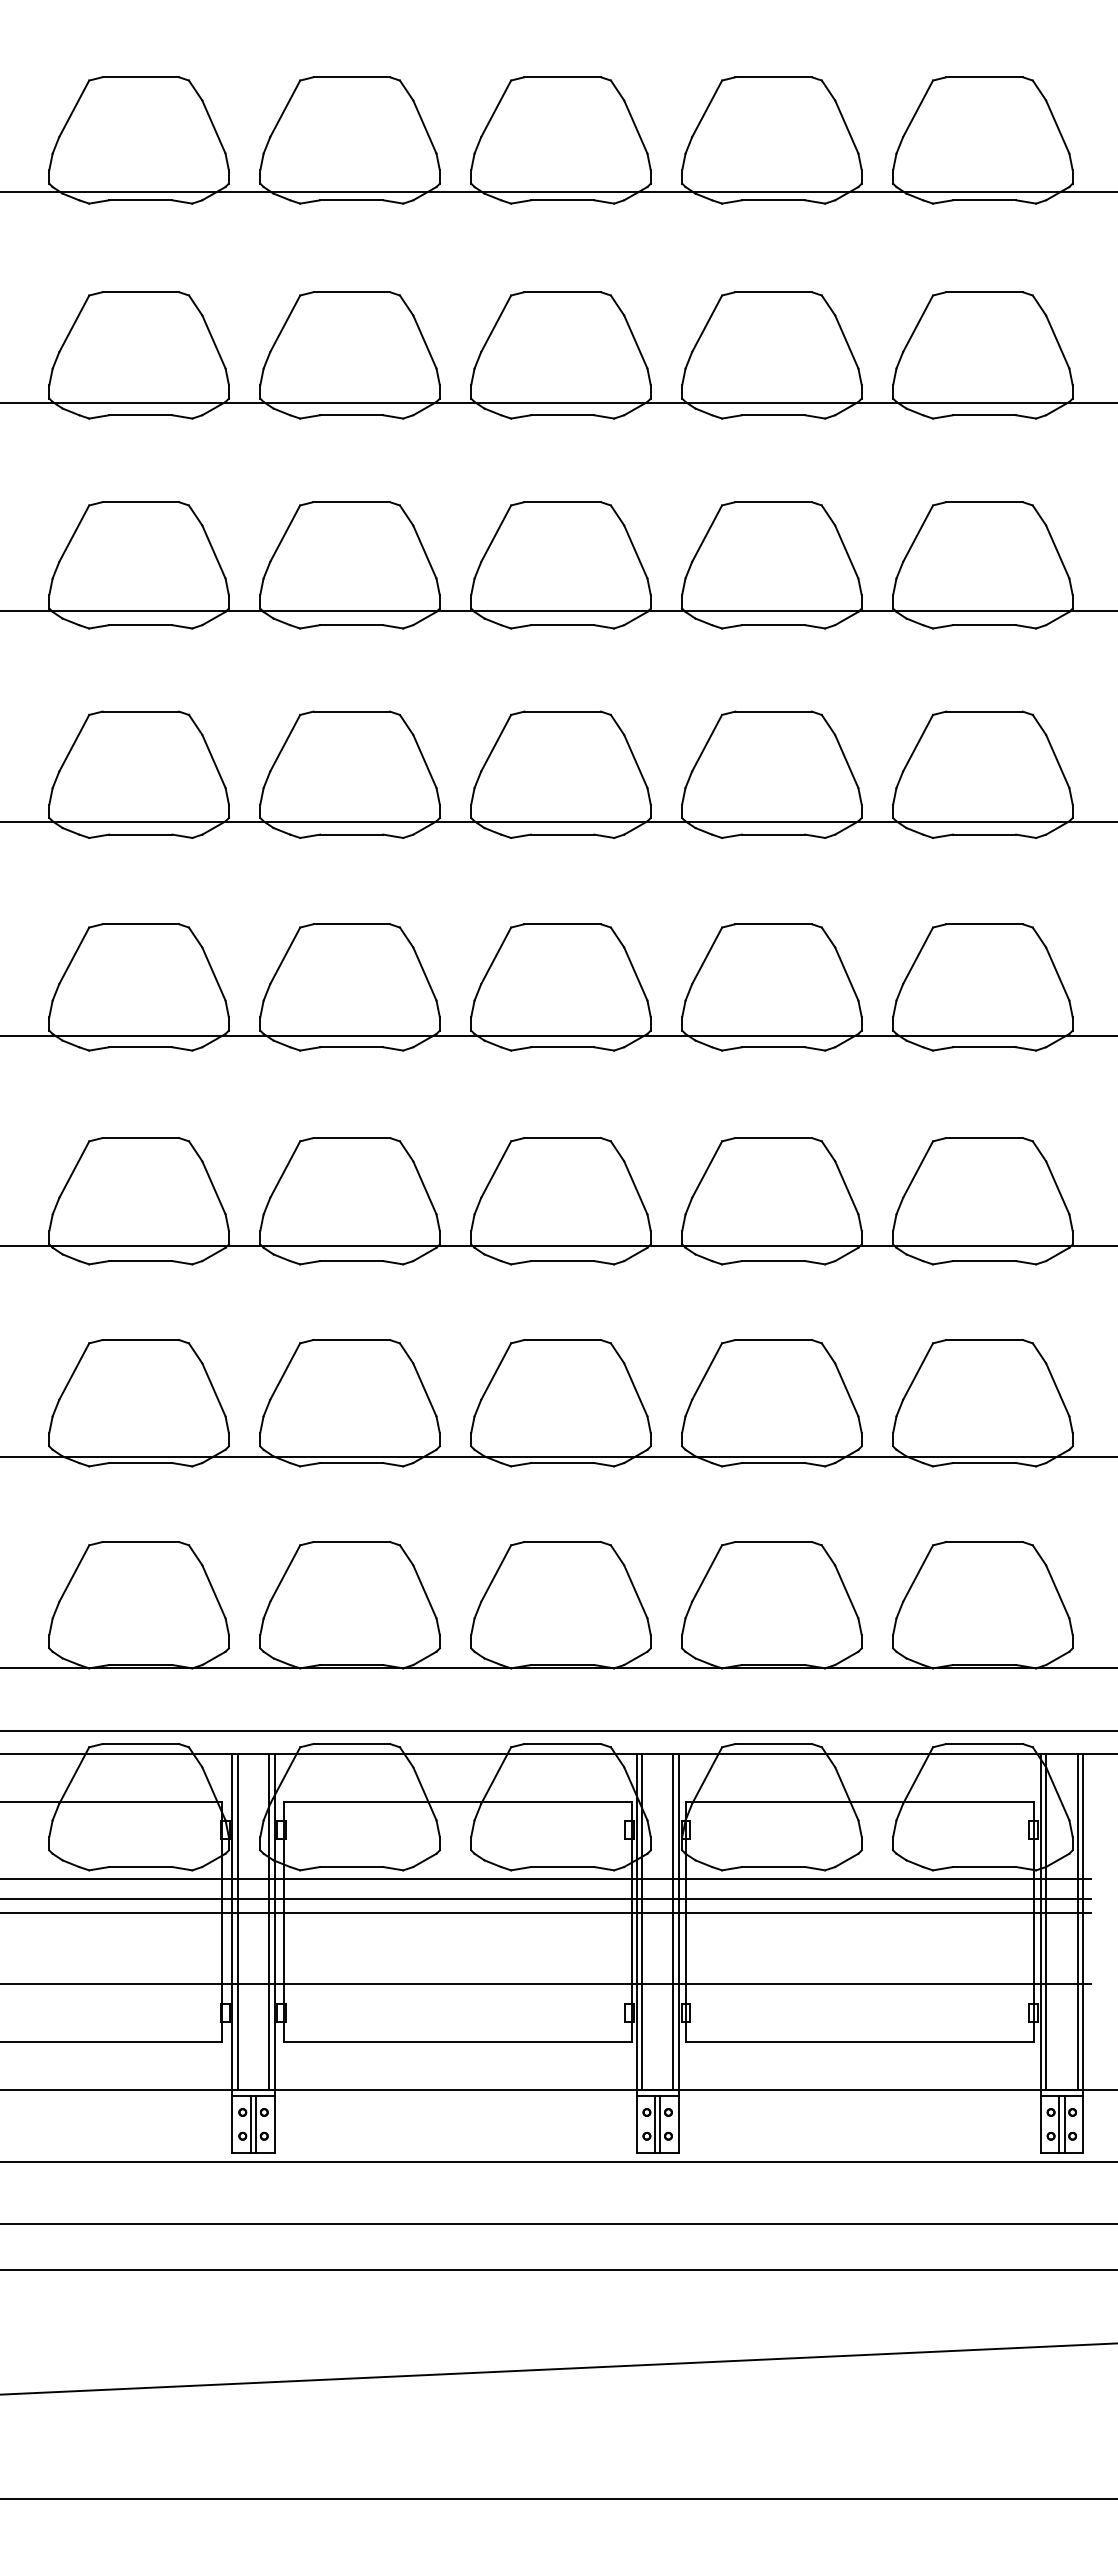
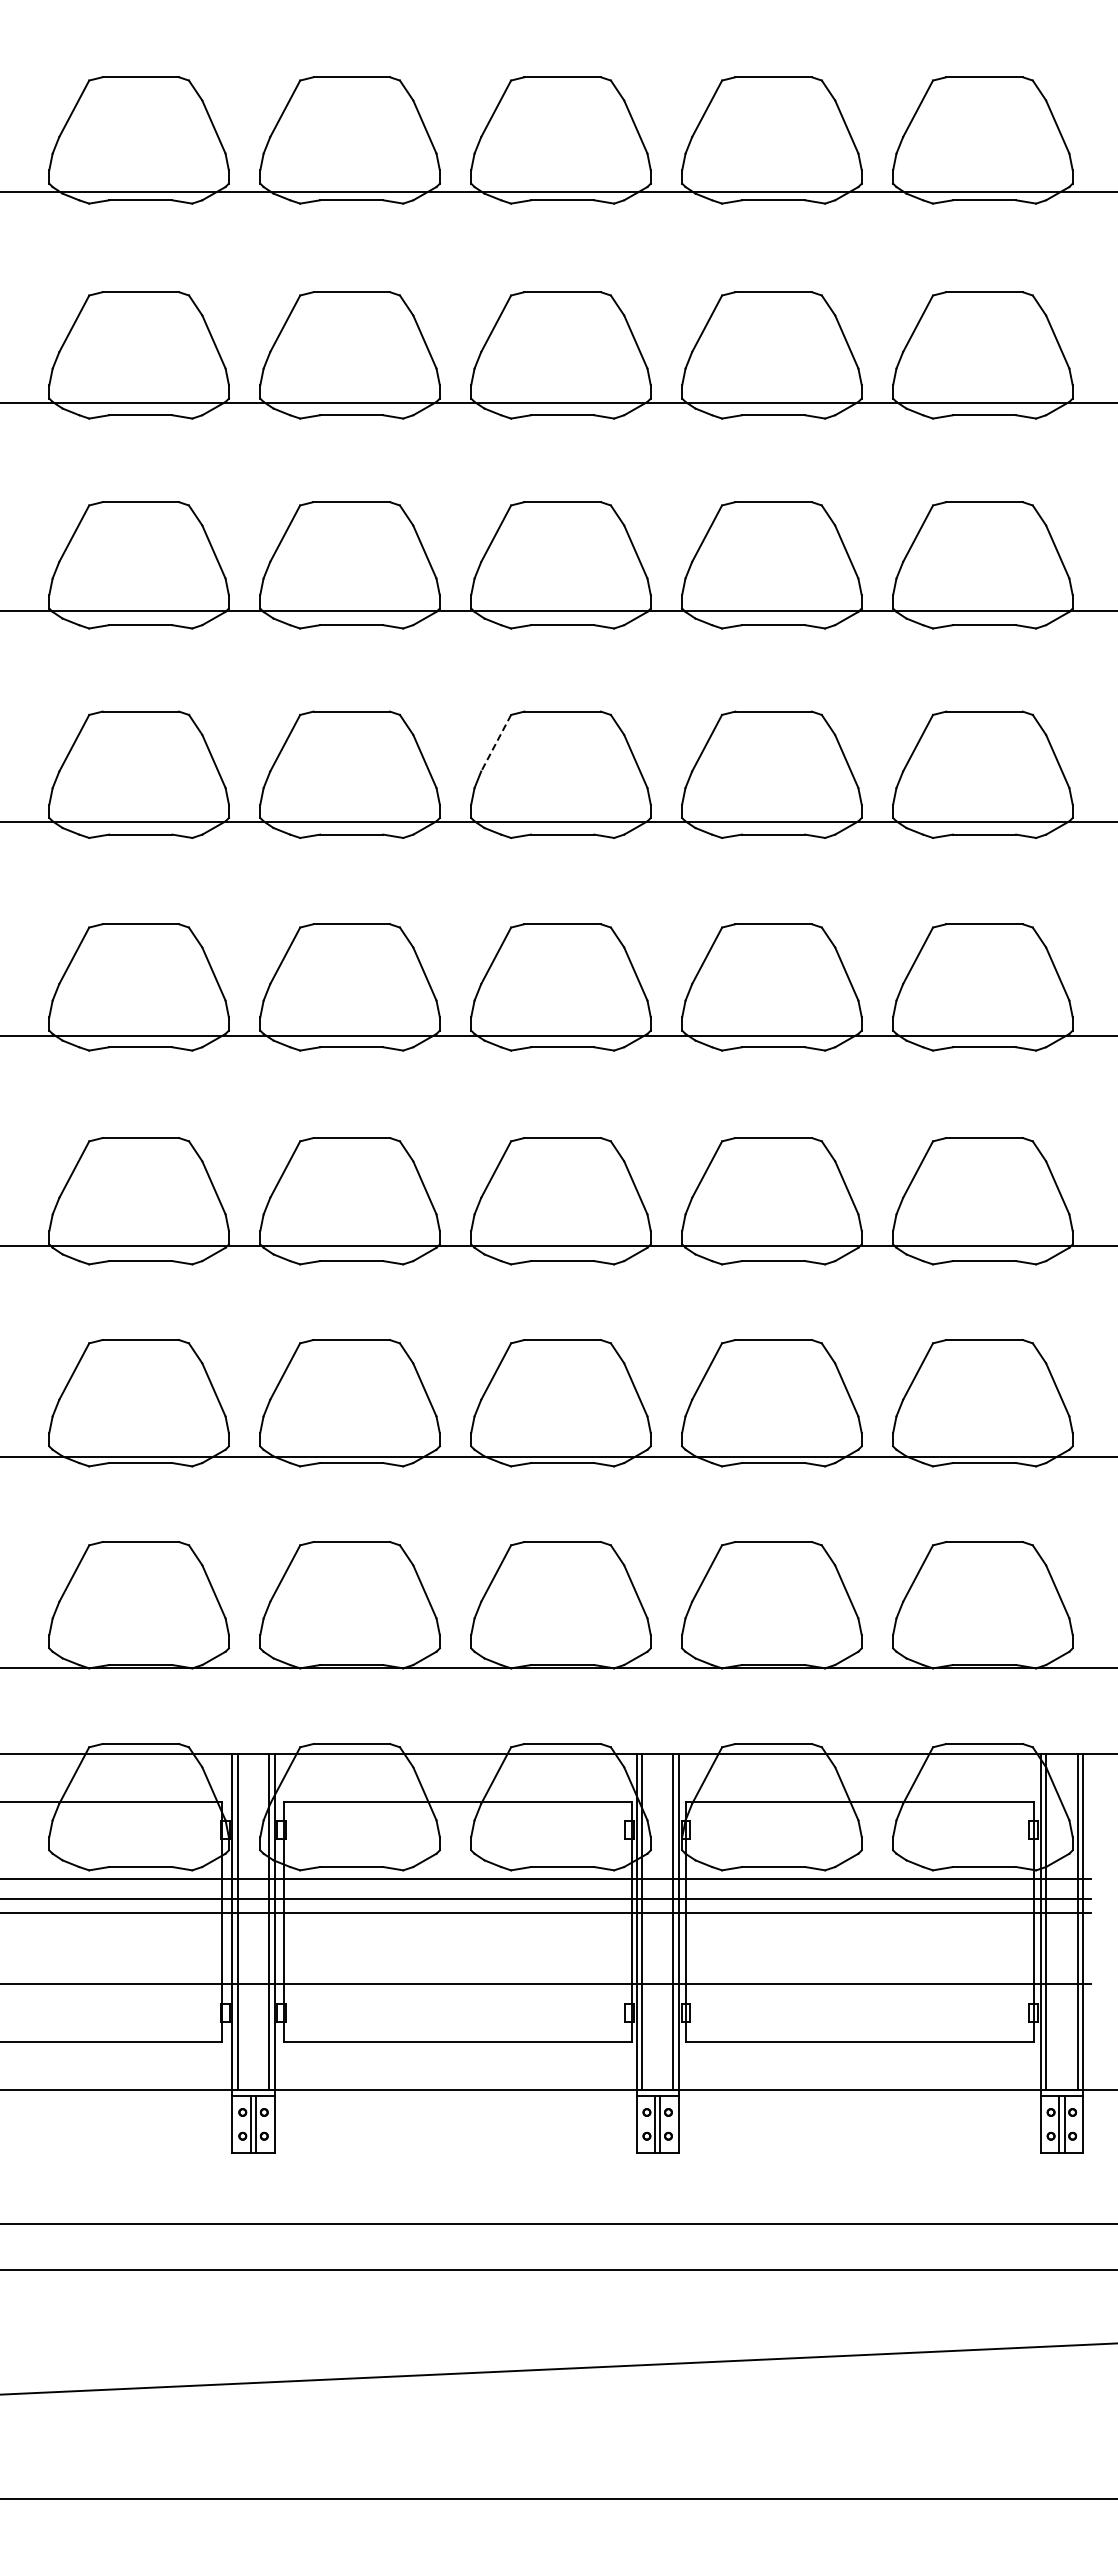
line at (496, 743): solid -> dashed
line at (558, 1731): present -> none
line at (558, 2162): present -> none
